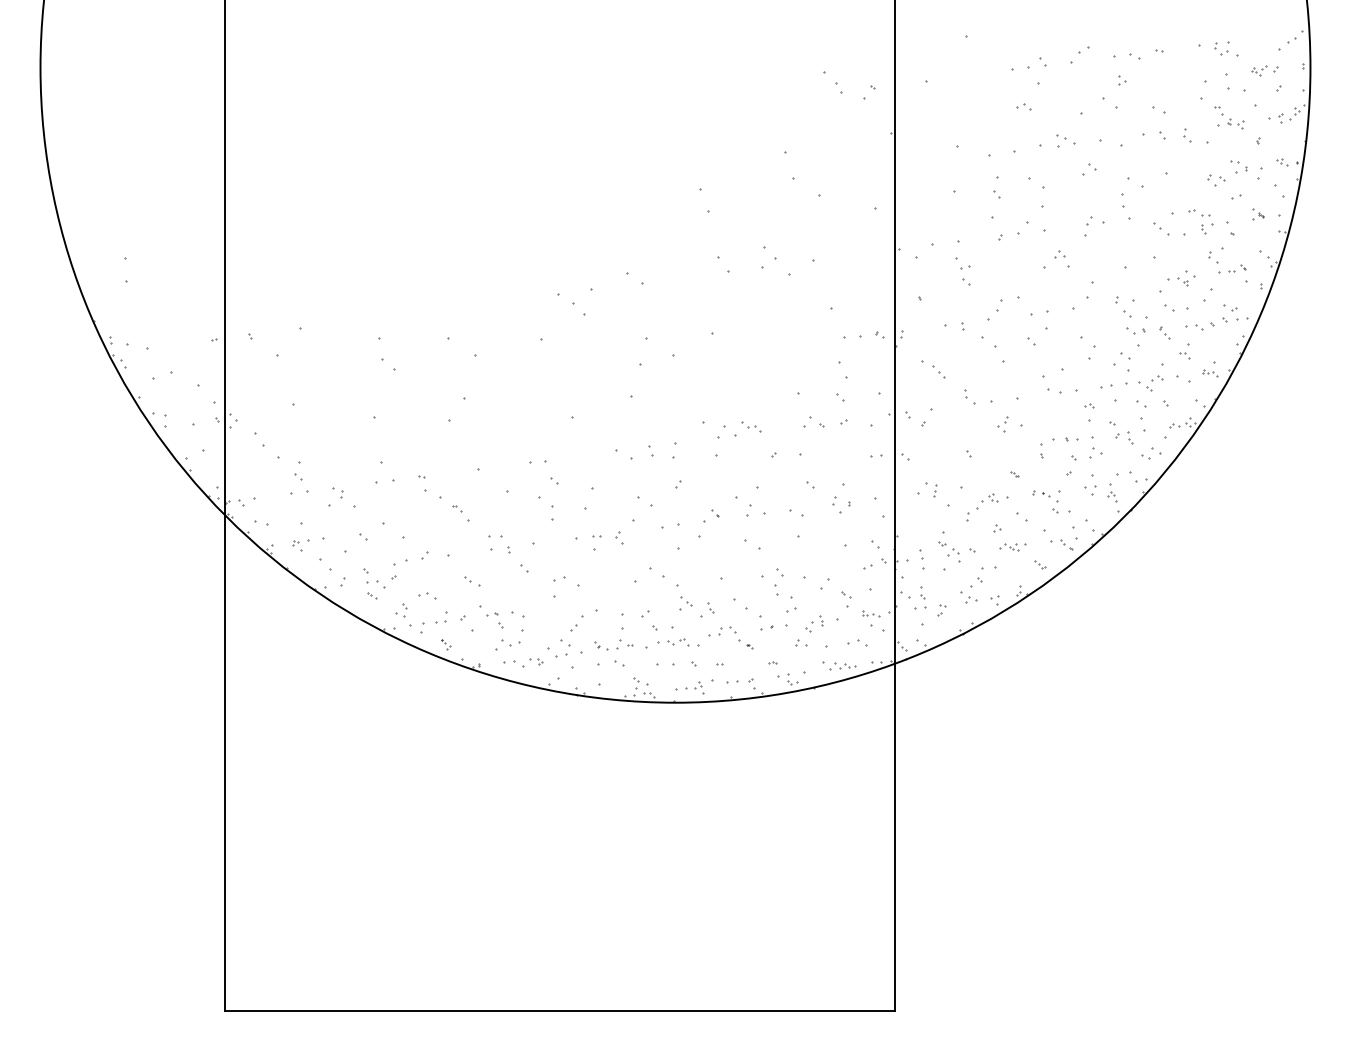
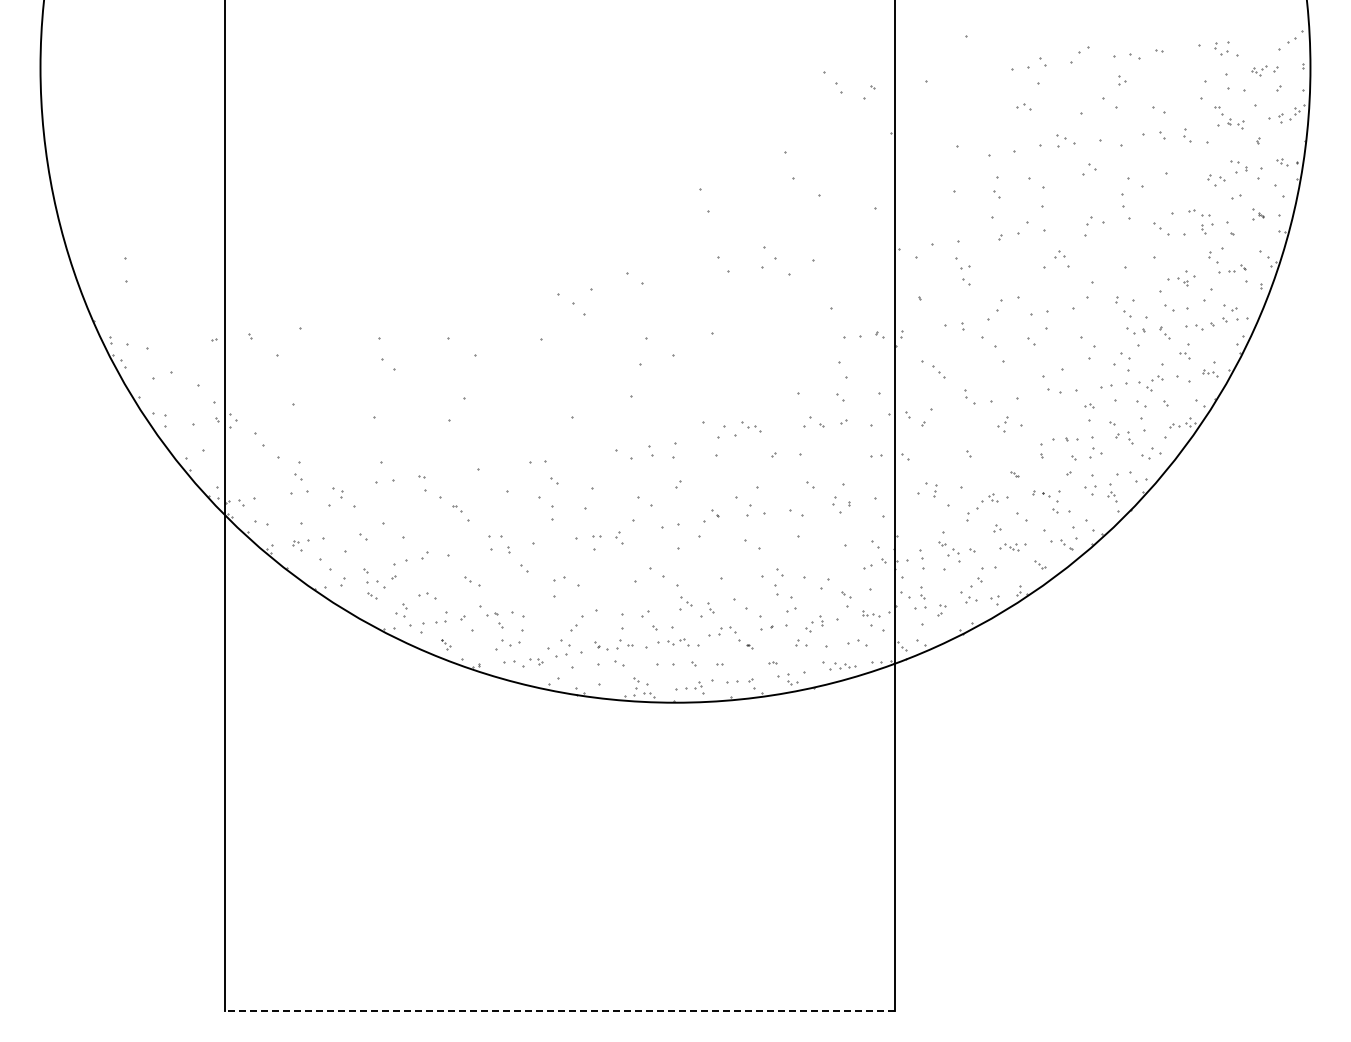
line at (559, 1010): solid -> dashed
